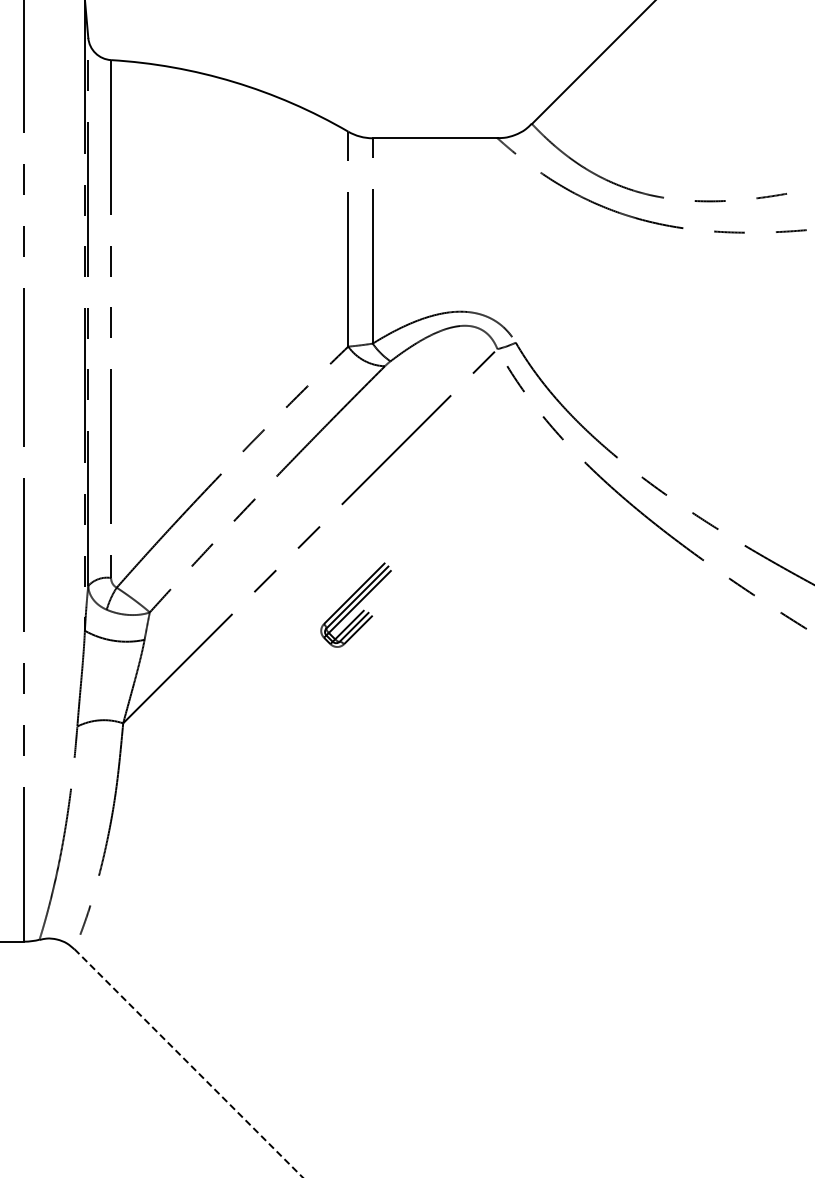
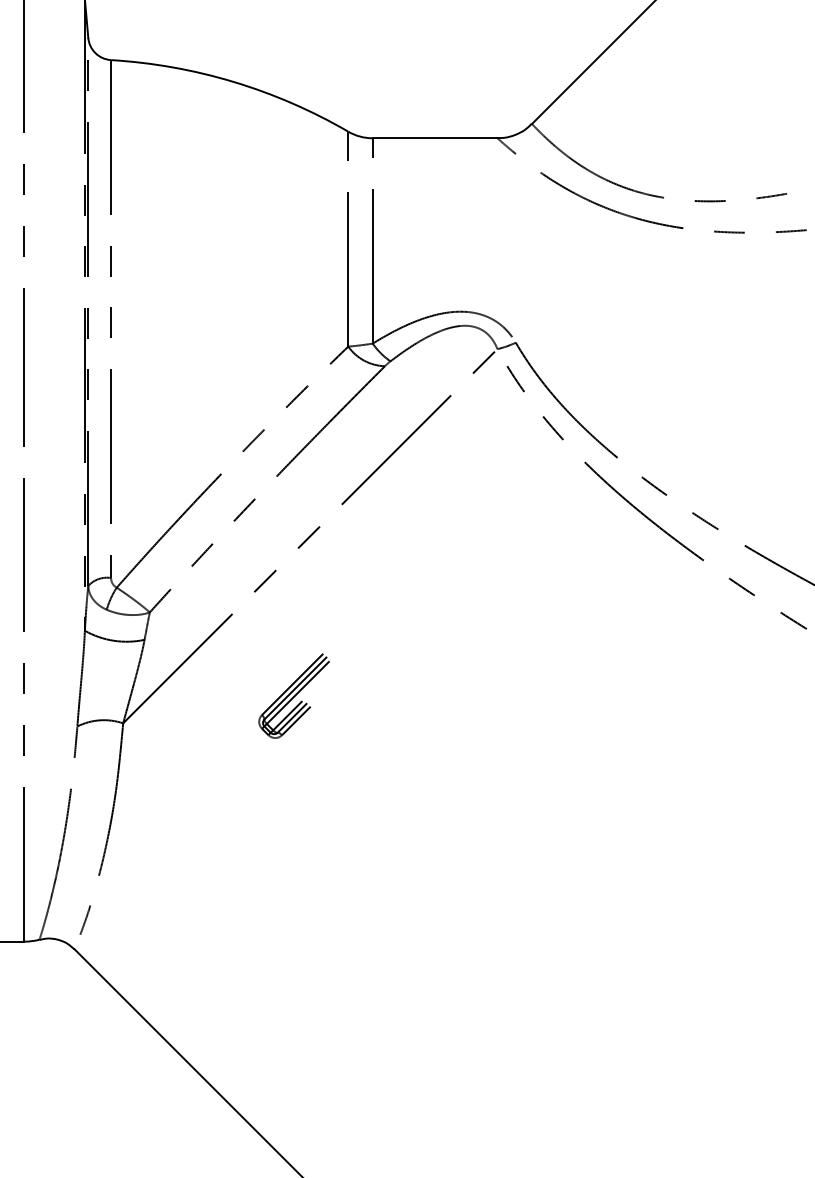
part at (355, 604) position: (355, 604) -> (293, 695)
line at (188, 1063): dashed -> solid
